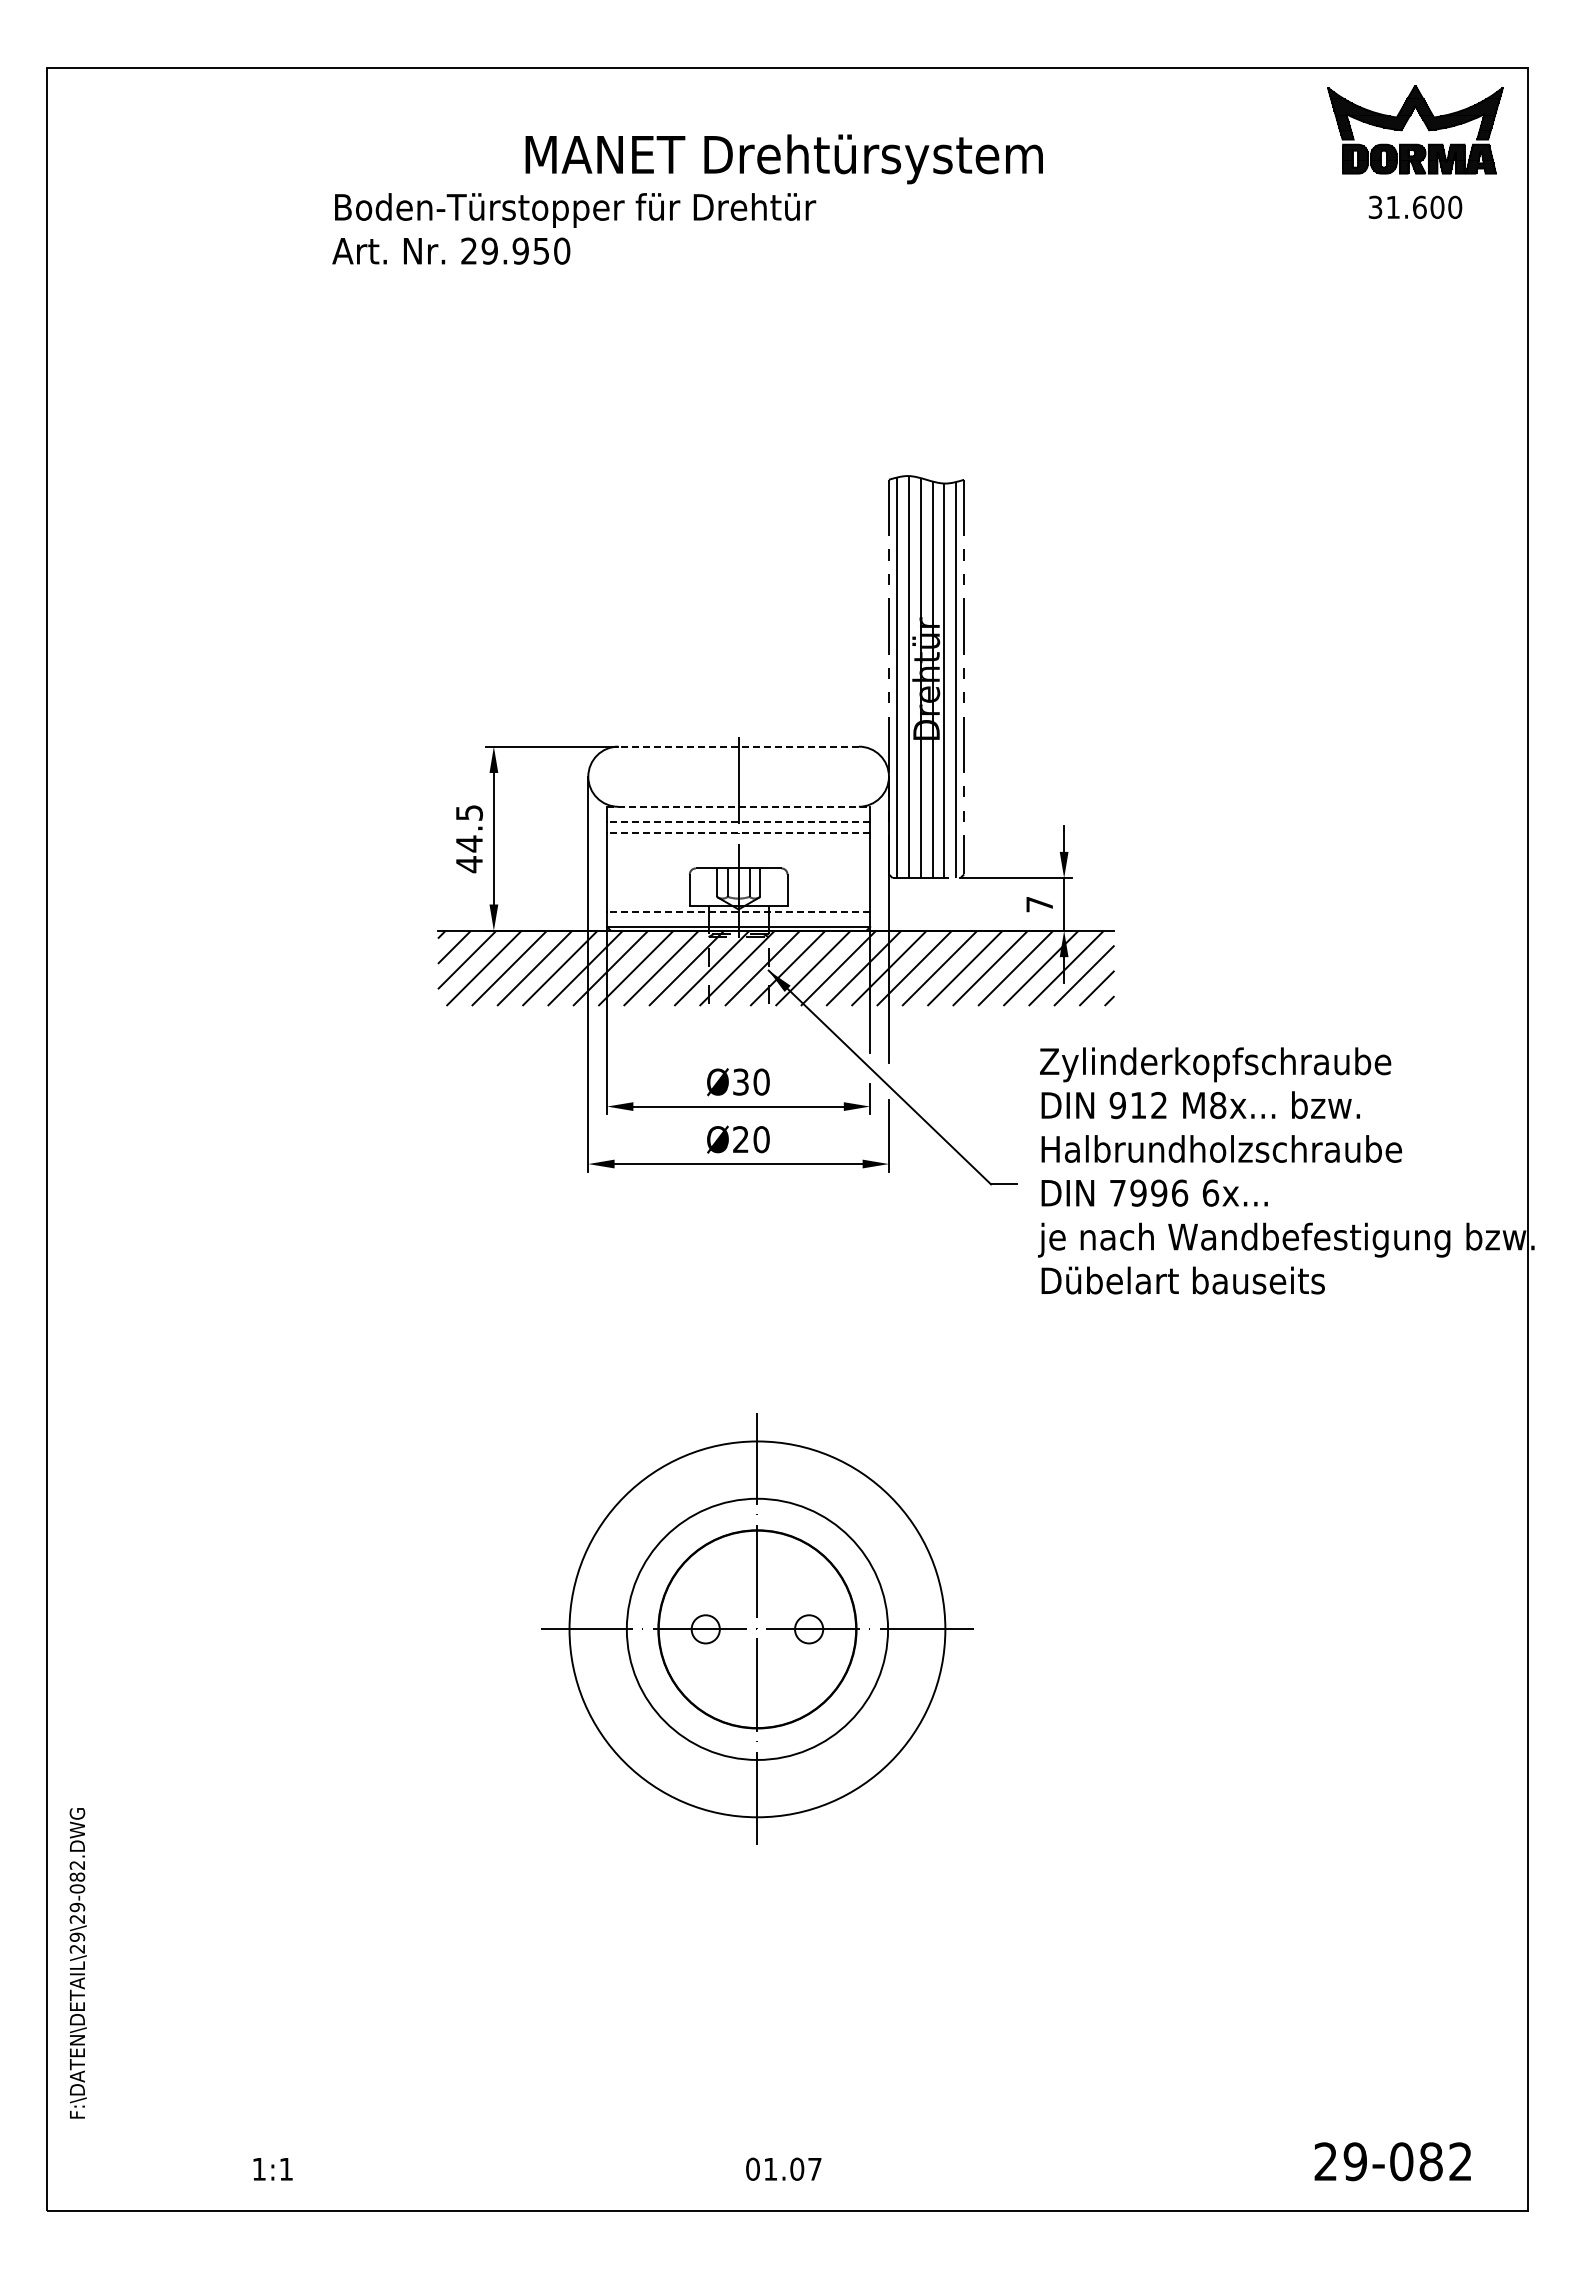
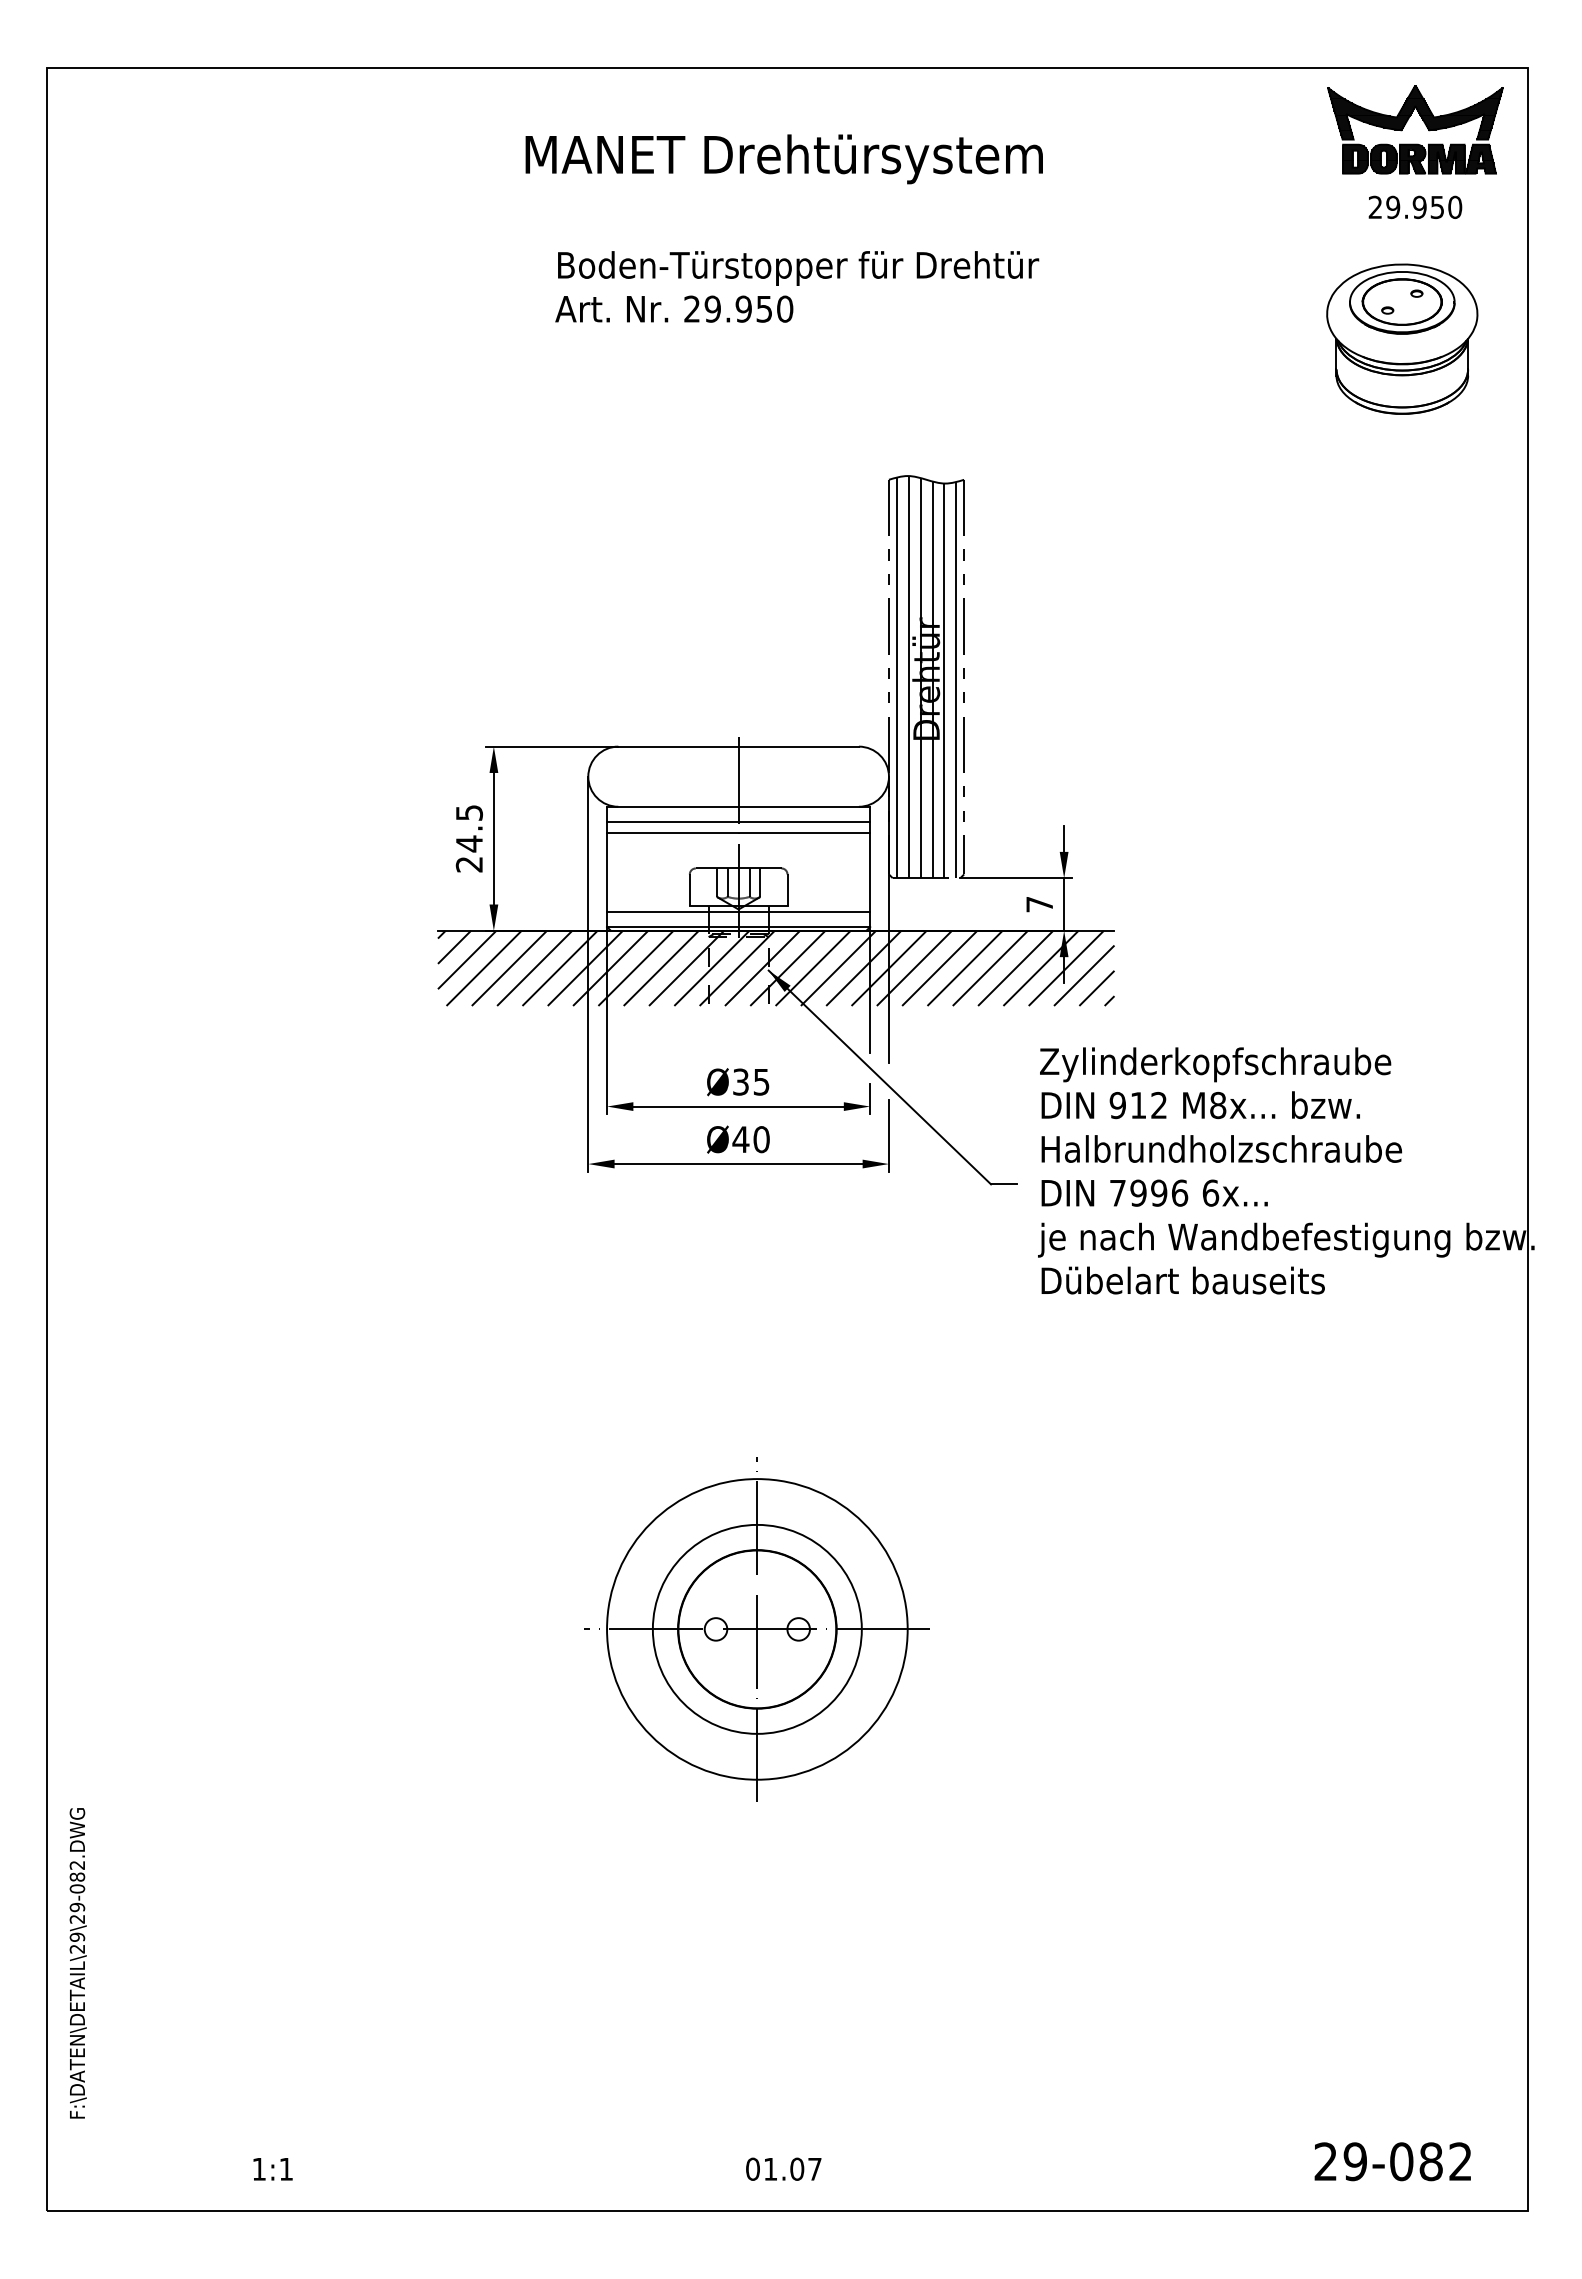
text at (1406, 207): 31.600 -> 29.950
text at (574, 228) position: (574, 228) -> (797, 286)
part at (1402, 338): none -> present
line at (738, 746): dashed -> solid
line at (738, 806): dashed -> solid
line at (738, 821): dashed -> solid
line at (738, 833): dashed -> solid
text at (468, 864): 44.5 -> 24.5
line at (738, 912): dashed -> solid
text at (761, 1081): Ø30 -> Ø35
text at (740, 1139): Ø20 -> Ø40
part at (757, 1628) size: 433x432 px -> 346x345 px
